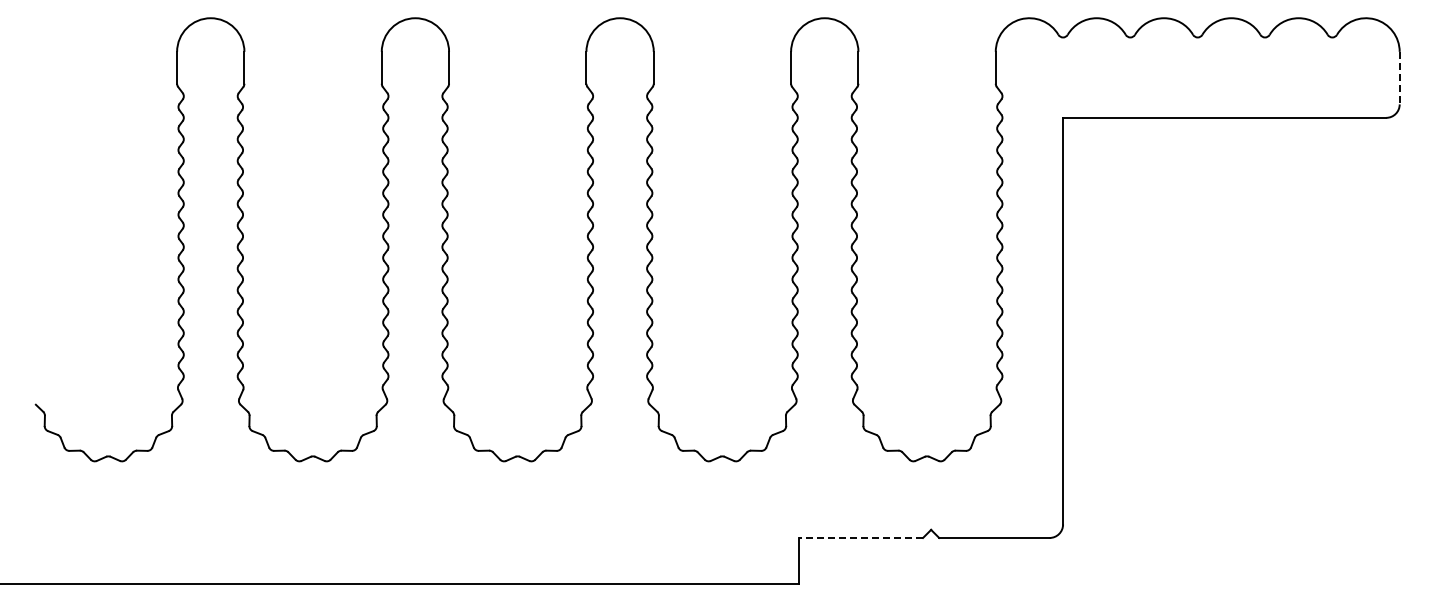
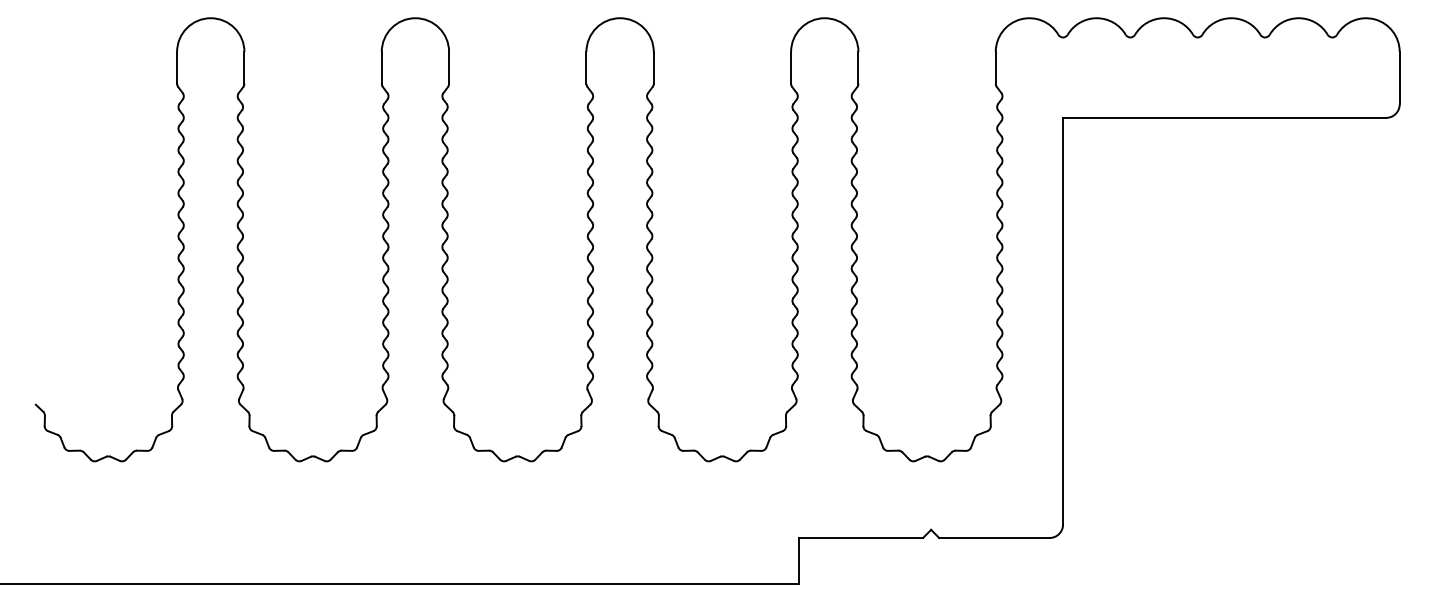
line at (1399, 78): dashed -> solid
line at (861, 537): dashed -> solid
